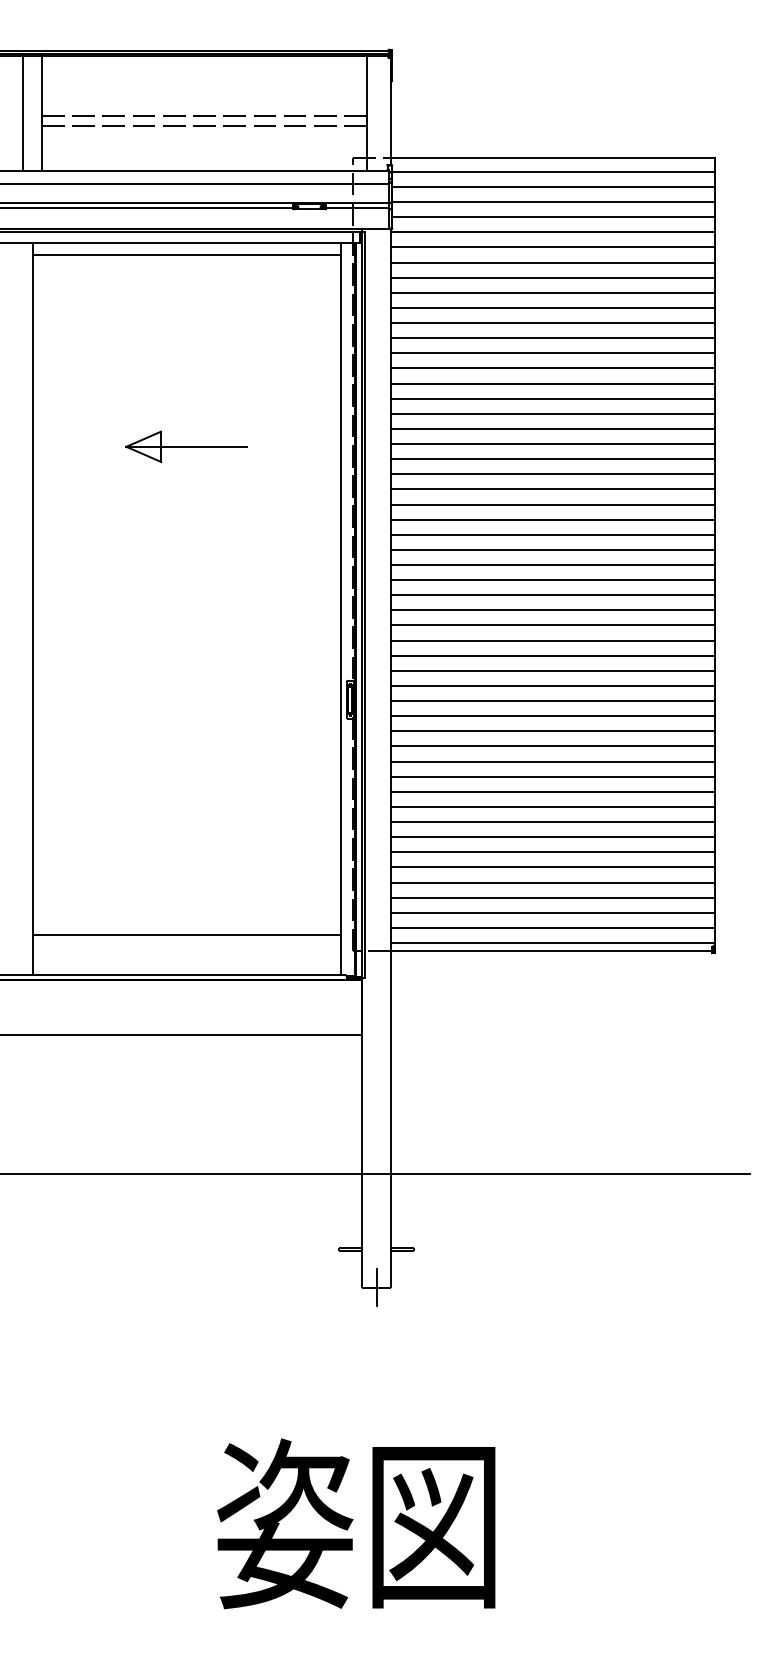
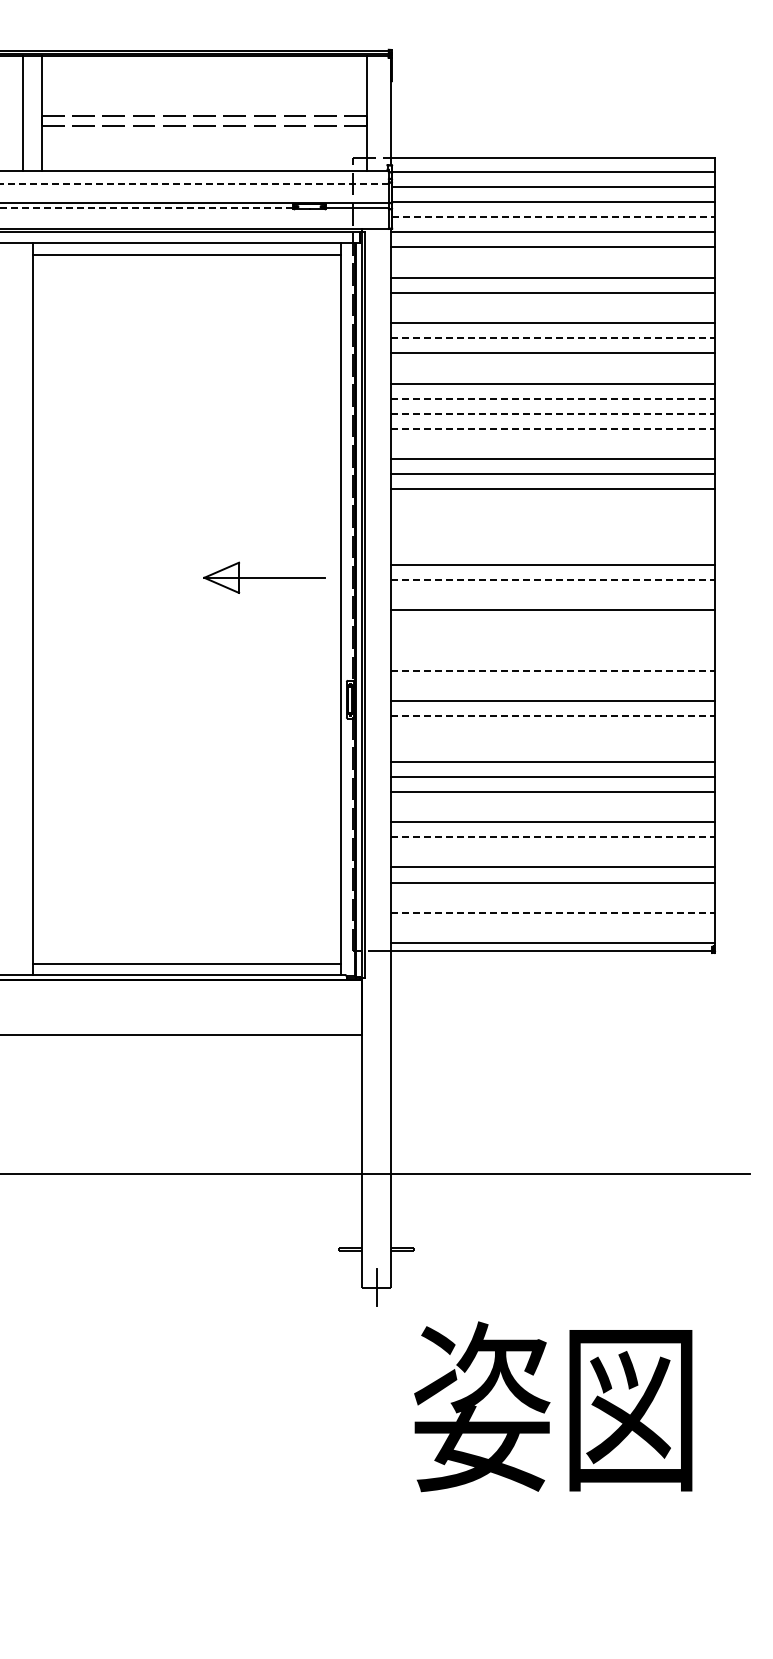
line at (194, 183): solid -> dashed
line at (146, 208): solid -> dashed
line at (554, 217): solid -> dashed
line at (552, 262): present -> none
line at (552, 307): present -> none
line at (553, 338): solid -> dashed
line at (552, 368): present -> none
line at (553, 398): solid -> dashed
line at (553, 413): solid -> dashed
line at (553, 428): solid -> dashed
line at (552, 444): present -> none
part at (186, 446) position: (186, 446) -> (264, 577)
line at (552, 504): present -> none
line at (552, 519): present -> none
line at (552, 534): present -> none
line at (552, 549): present -> none
line at (553, 580): solid -> dashed
line at (552, 595): present -> none
line at (552, 625): present -> none
line at (552, 640): present -> none
line at (552, 655): present -> none
line at (553, 670): solid -> dashed
line at (552, 685): present -> none
line at (553, 716): solid -> dashed
line at (552, 731): present -> none
line at (552, 746): present -> none
line at (552, 806): present -> none
line at (553, 837): solid -> dashed
line at (552, 852): present -> none
line at (552, 897): present -> none
line at (553, 912): solid -> dashed
line at (552, 927): present -> none
line at (186, 934) position: (186, 934) -> (186, 963)
text at (356, 1523) position: (356, 1523) -> (553, 1406)
